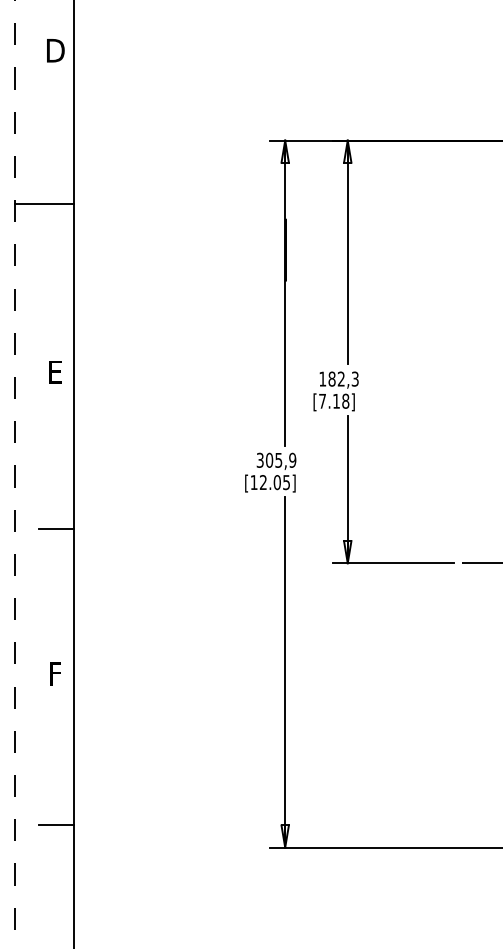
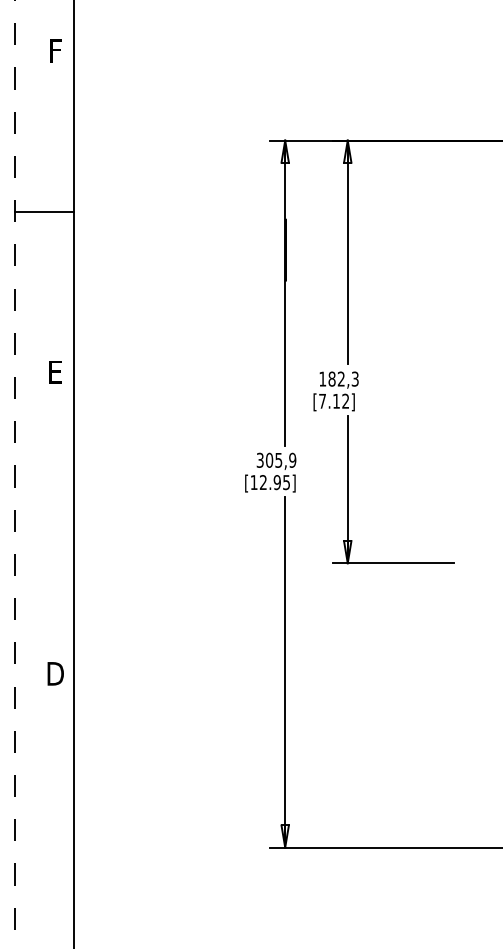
text at (55, 50): D -> F
line at (44, 204) position: (44, 204) -> (44, 212)
text at (345, 400): [7.18] -> [7.12]
text at (276, 482): [12.05] -> [12.95]
line at (56, 529): present -> none
line at (480, 563): present -> none
text at (55, 673): F -> D
line at (56, 824): present -> none
